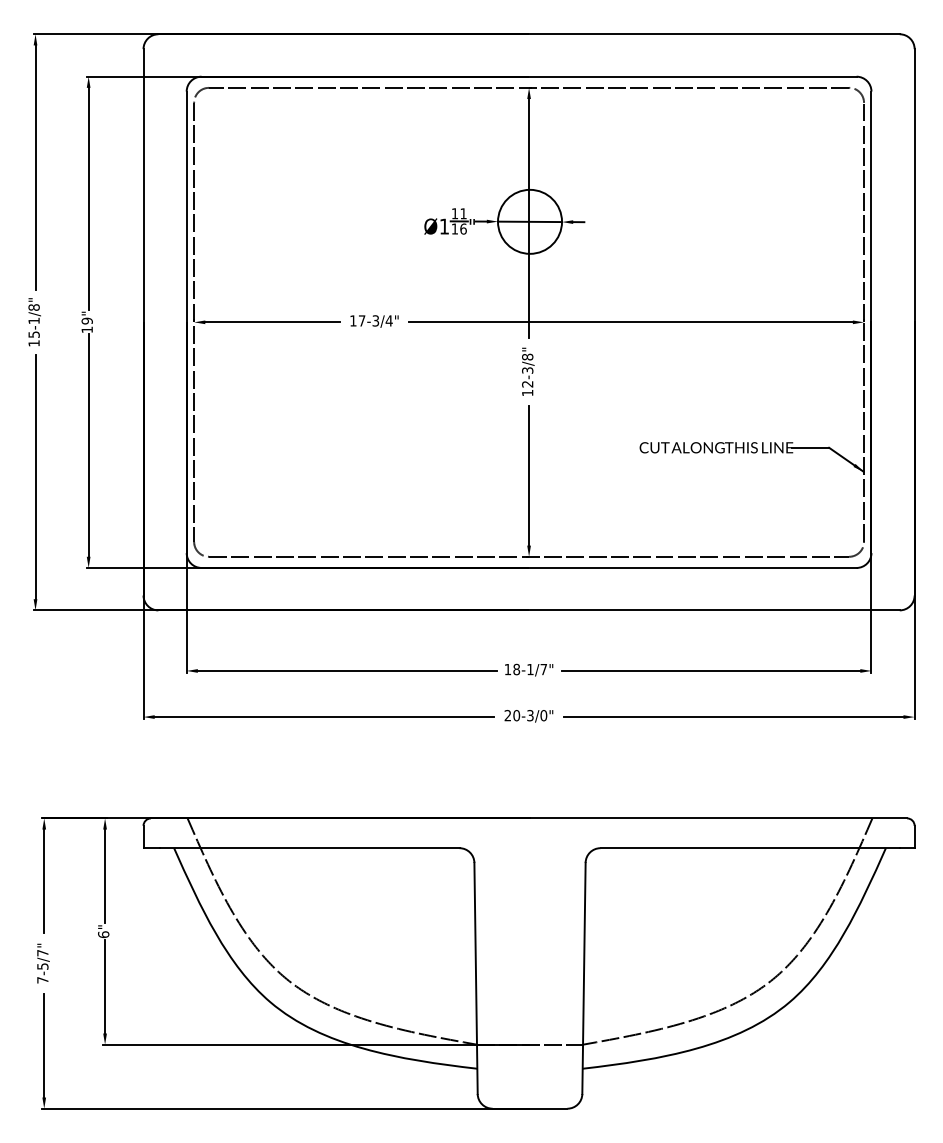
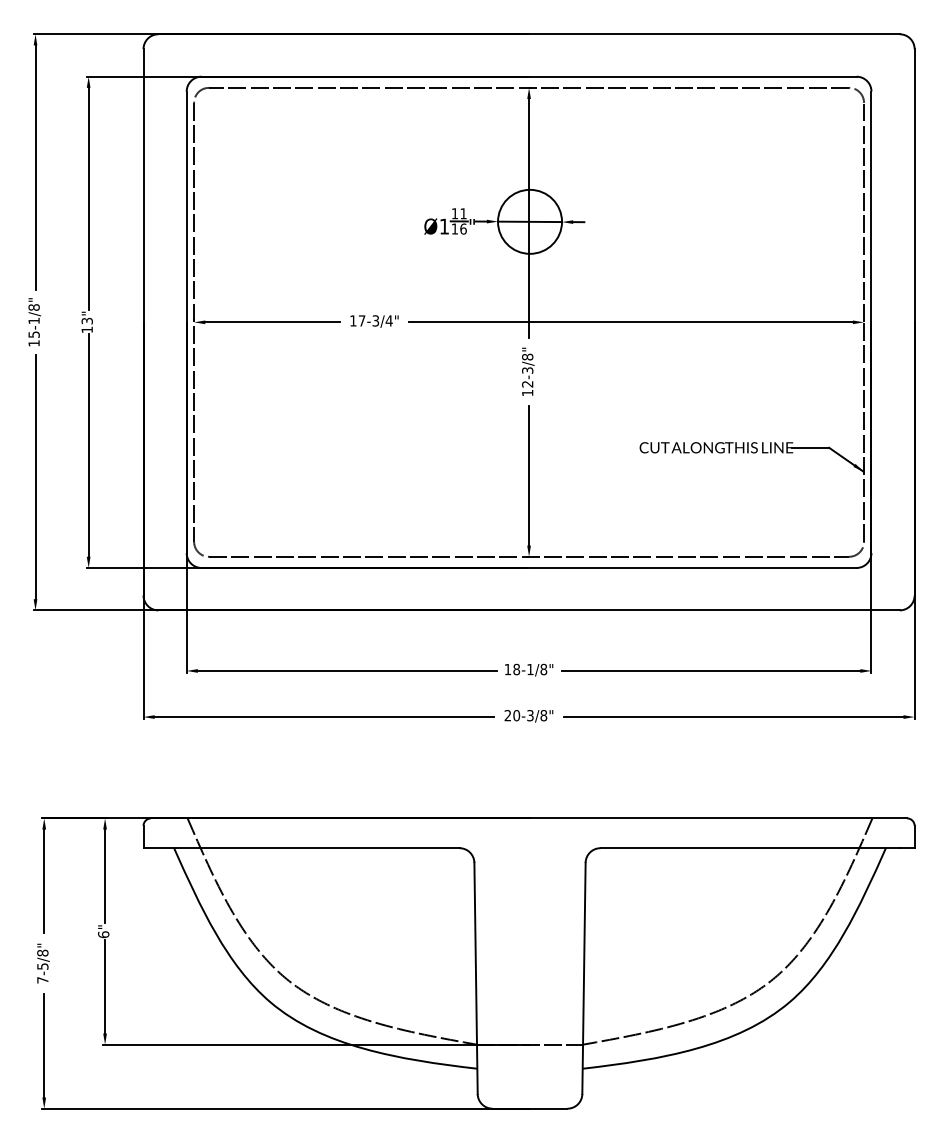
text at (86, 320): 19" -> 13"
text at (543, 669): 18-1/7" -> 18-1/8"
text at (543, 715): 20-3/0" -> 20-3/8"
text at (42, 952): 7-5/7" -> 7-5/8"
